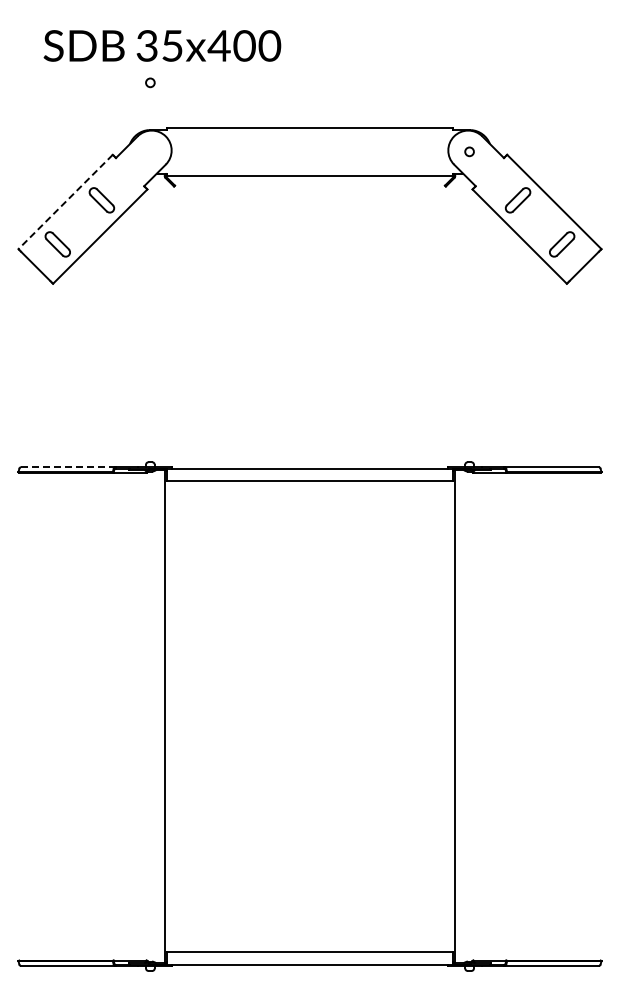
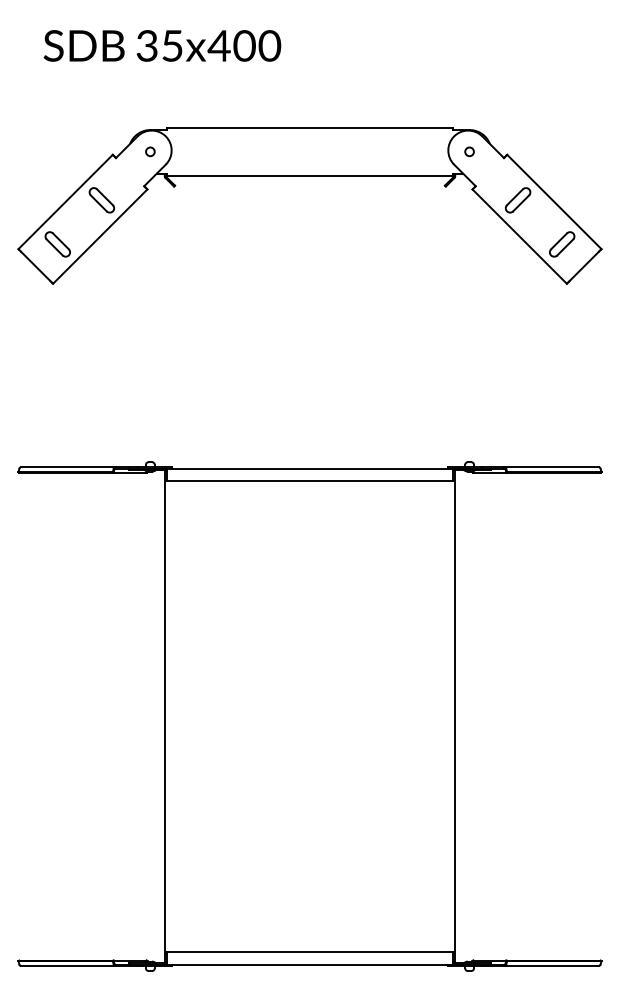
circle at (150, 82) position: (150, 82) -> (150, 151)
line at (65, 201): dashed -> solid
line at (68, 467): dashed -> solid
